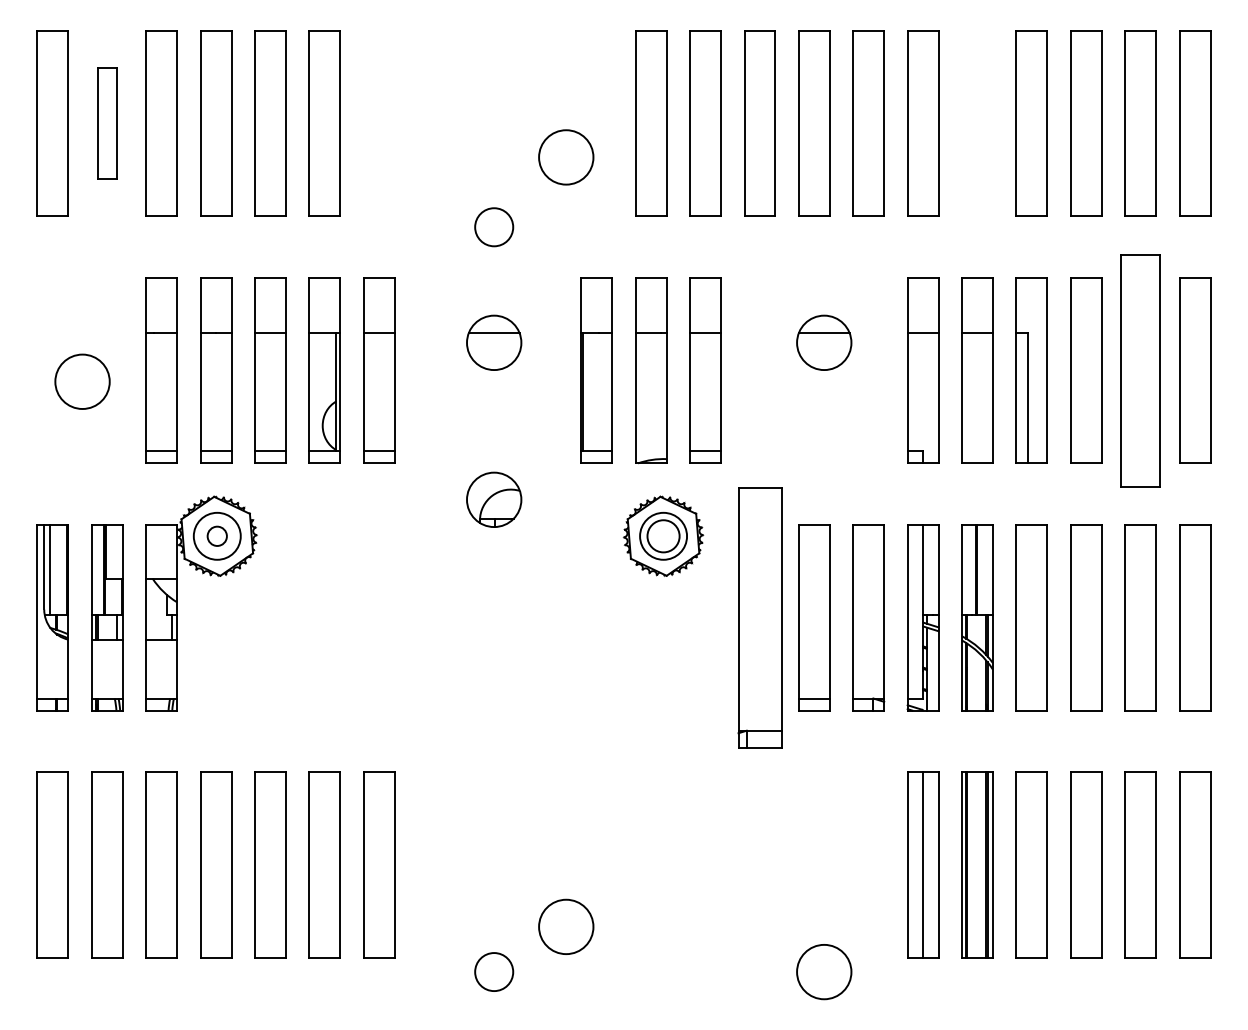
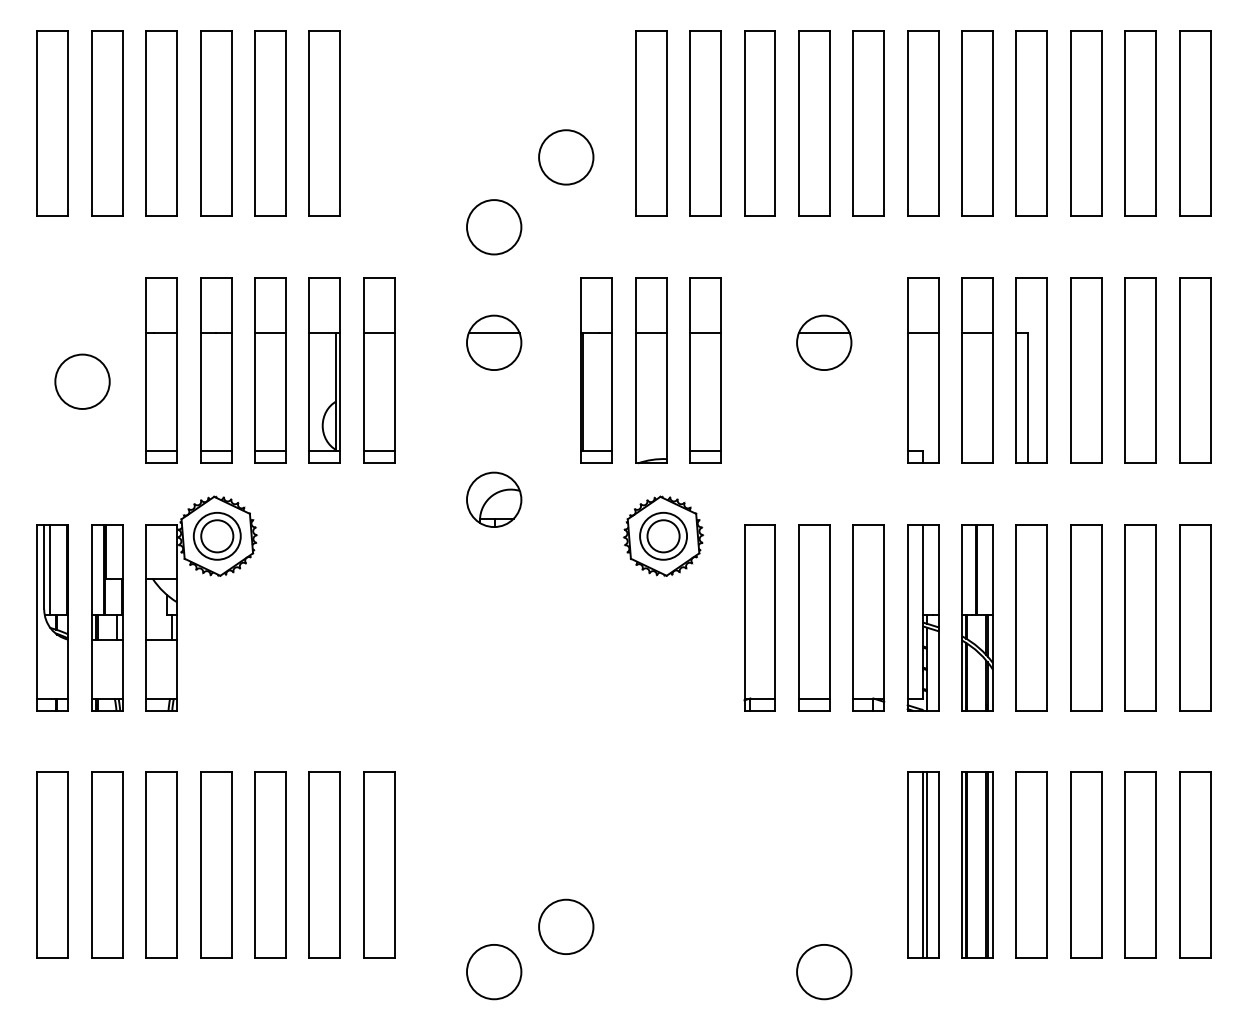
part at (107, 123) size: 21x113 px -> 33x187 px
part at (977, 123): none -> present
circle at (494, 227) diameter: 38 px -> 54 px
part at (1140, 370) size: 41x234 px -> 33x187 px
circle at (216, 535) diameter: 19 px -> 32 px
part at (759, 617) size: 46x262 px -> 33x188 px
line at (926, 864): none -> present
circle at (494, 972) diameter: 38 px -> 54 px
